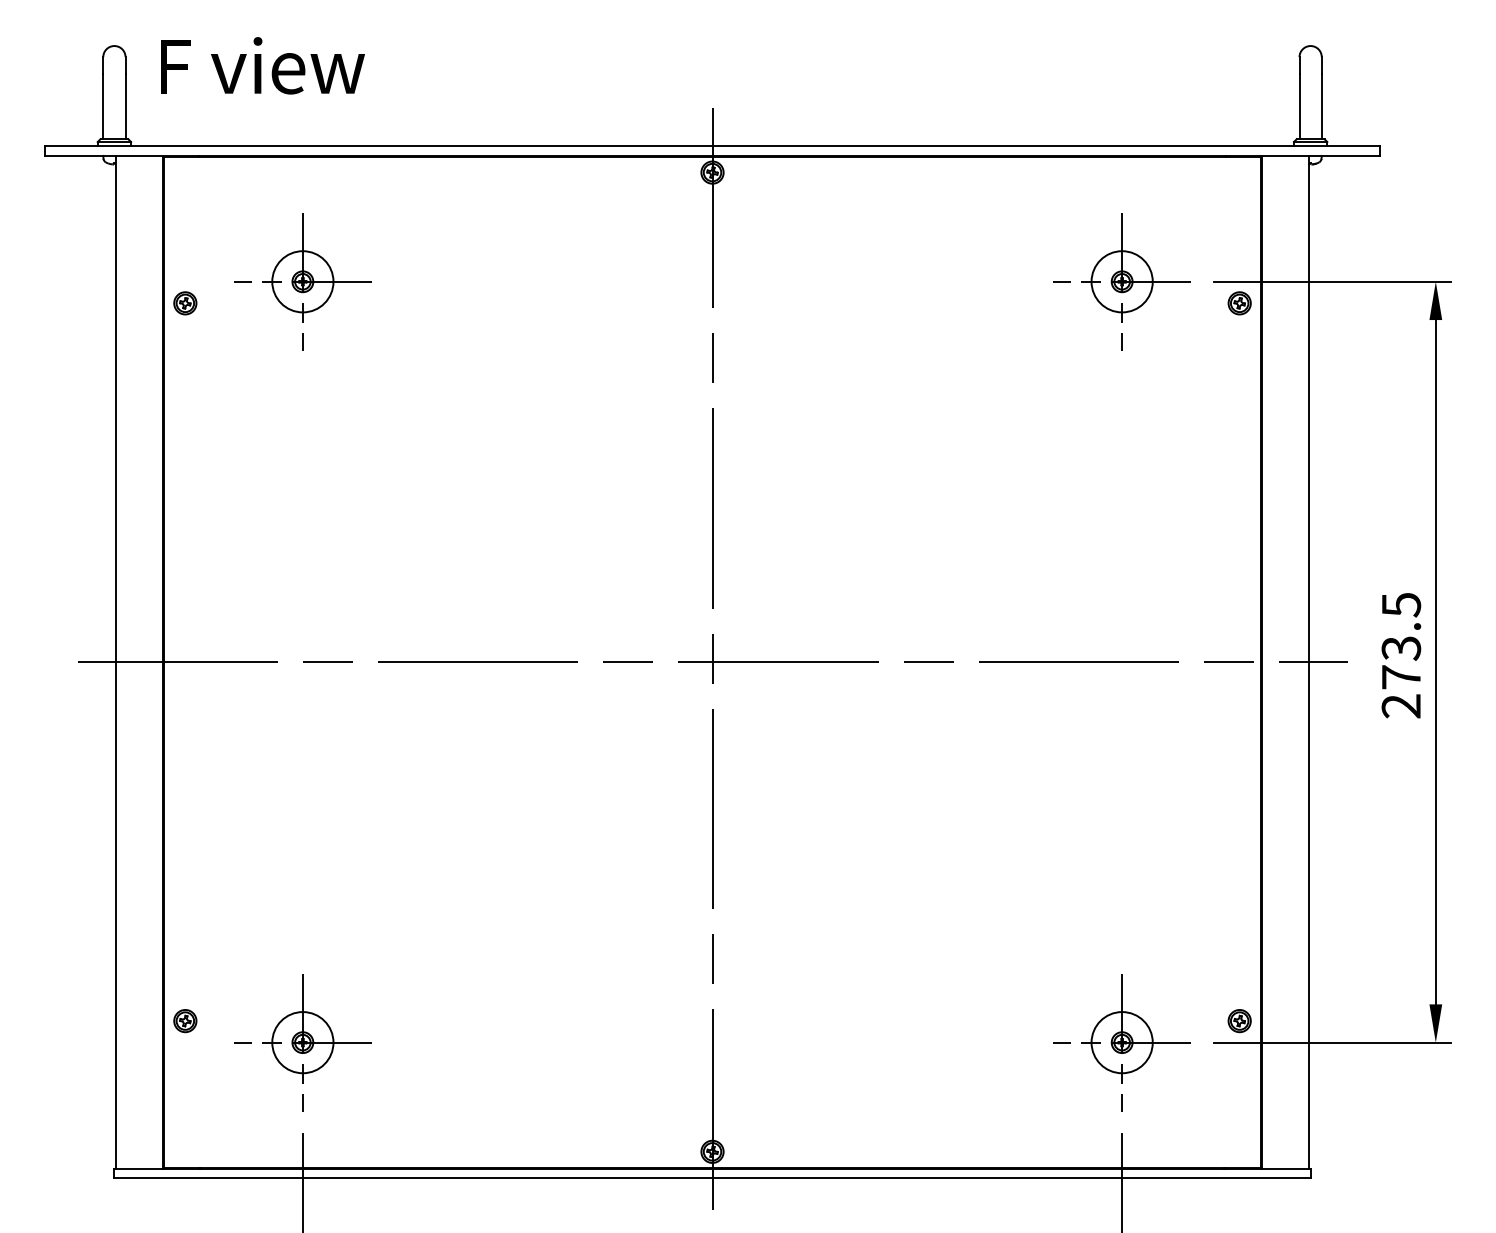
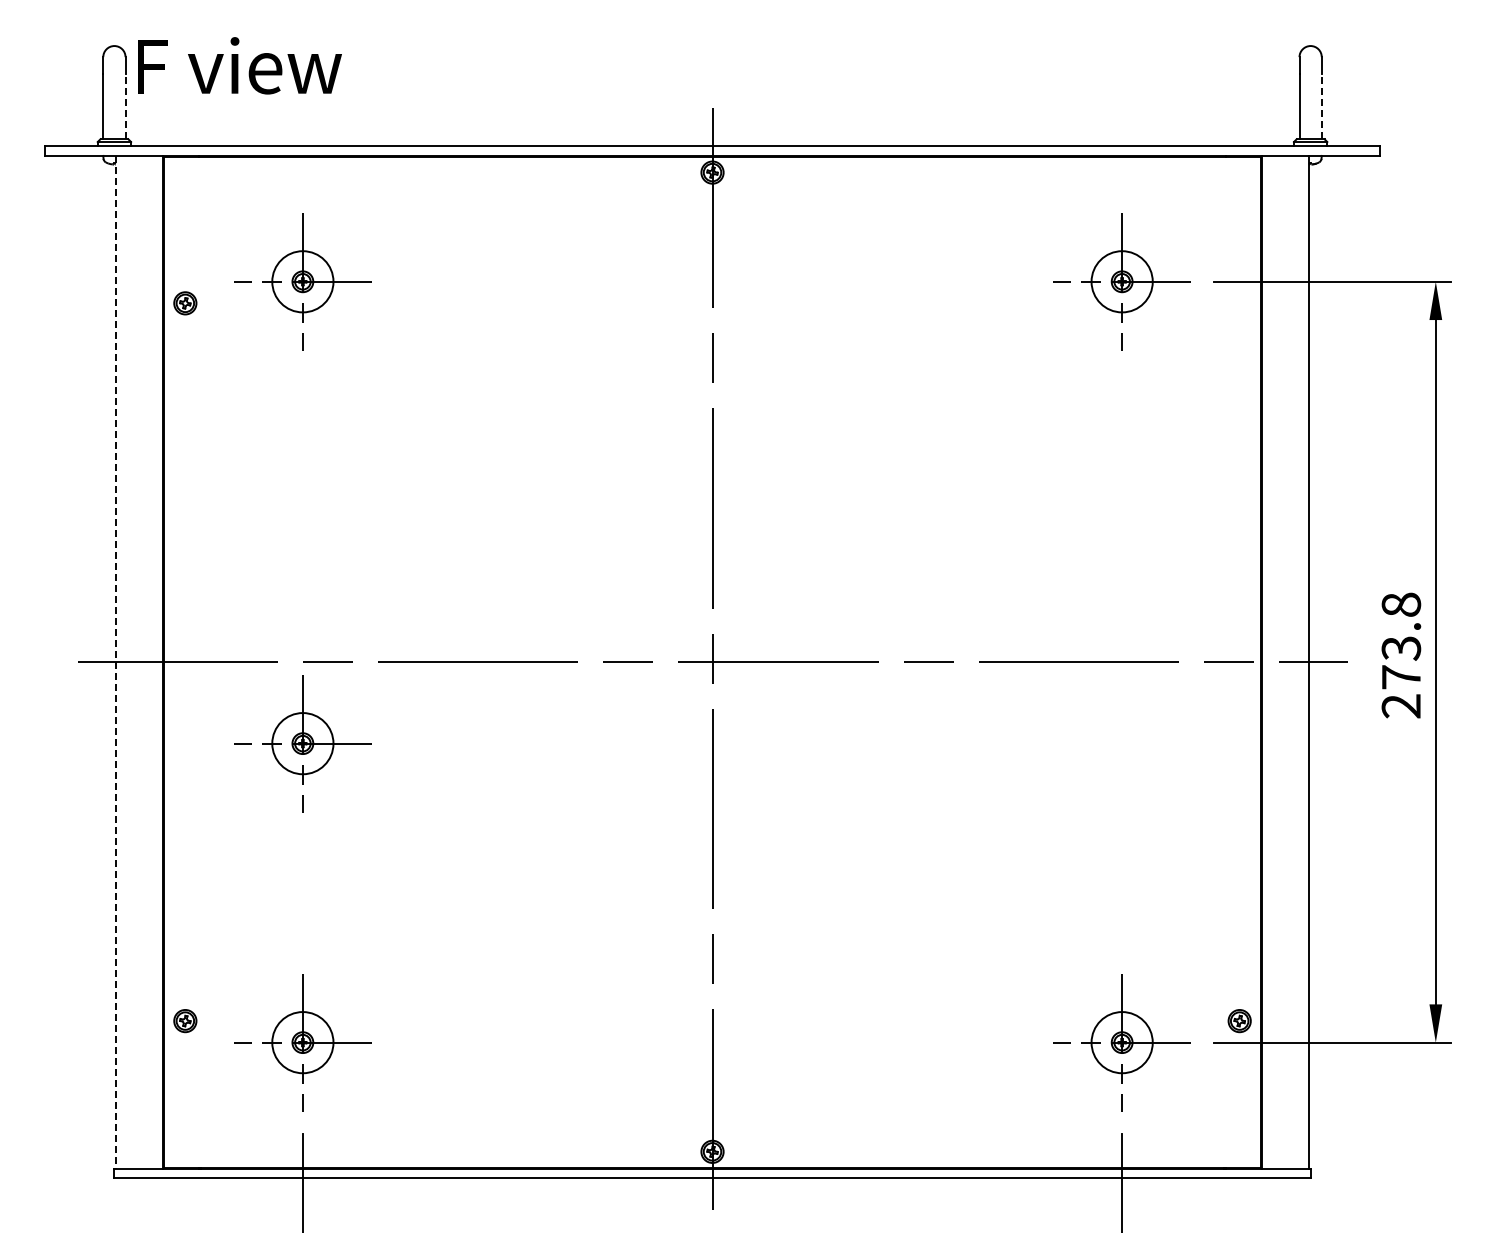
text at (262, 65) position: (262, 65) -> (239, 65)
line at (125, 106): solid -> dashed
line at (1321, 106): solid -> dashed
part at (1239, 303): present -> none
text at (1401, 604): 273.5 -> 273.8
line at (115, 662): solid -> dashed
part at (302, 743): none -> present
